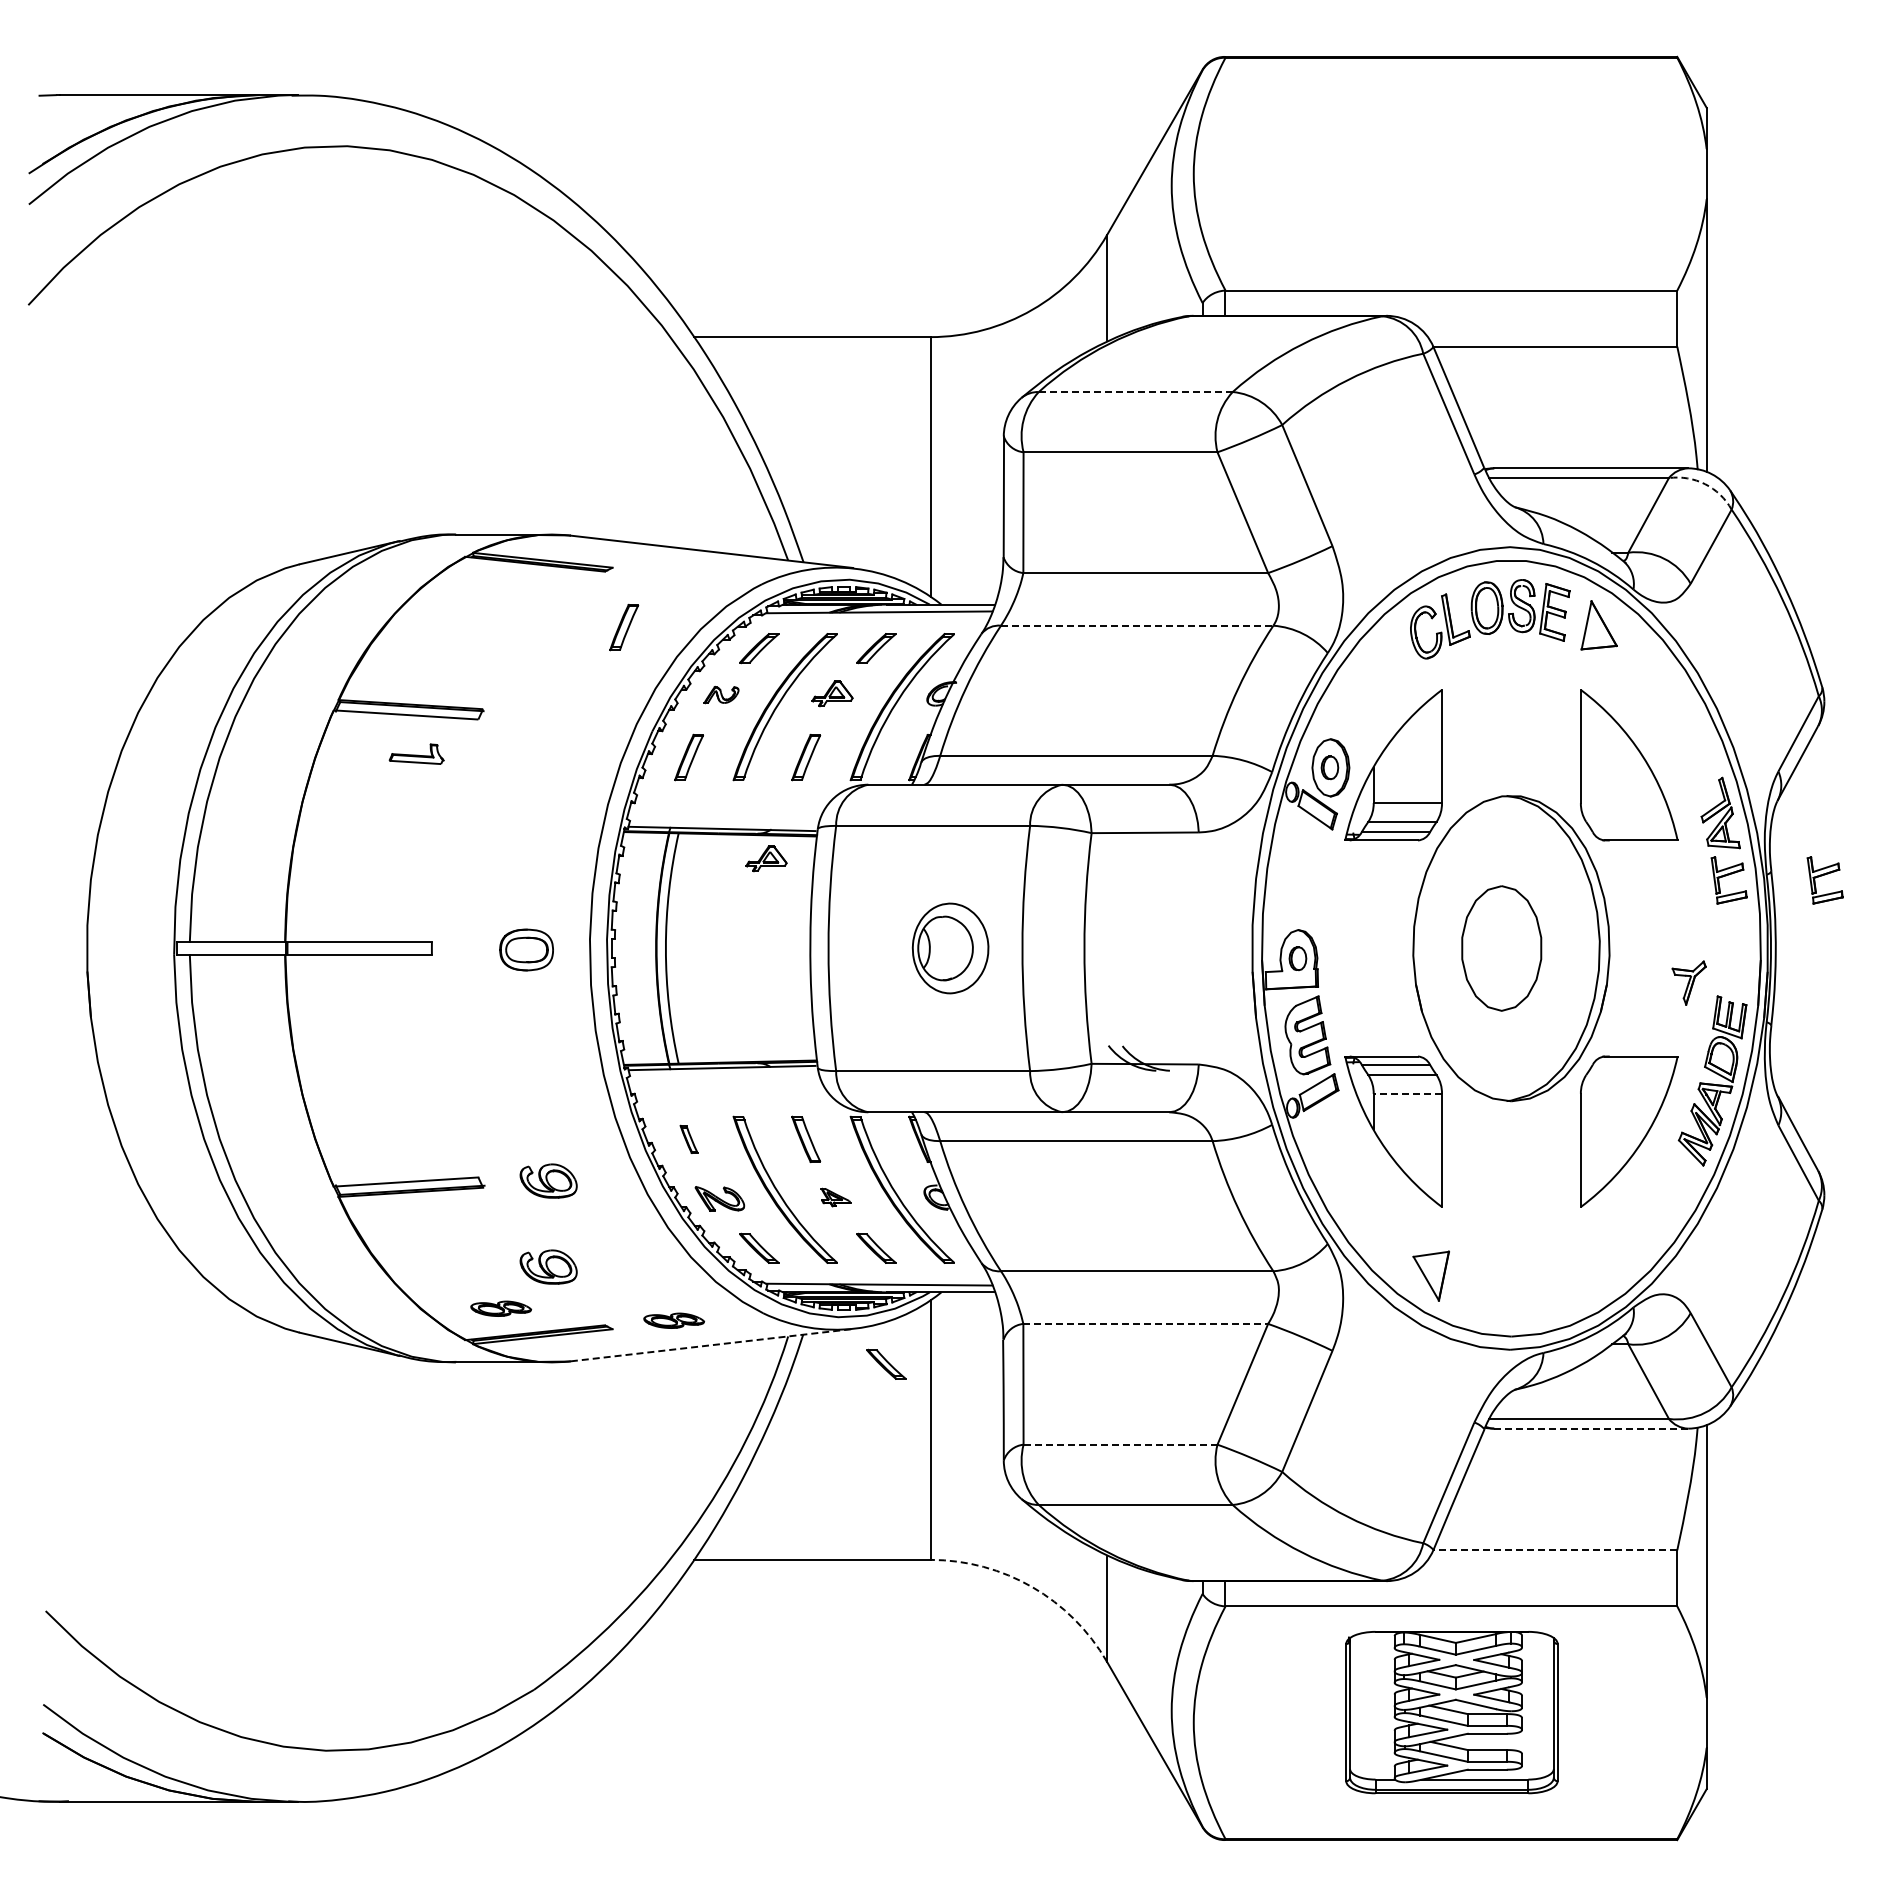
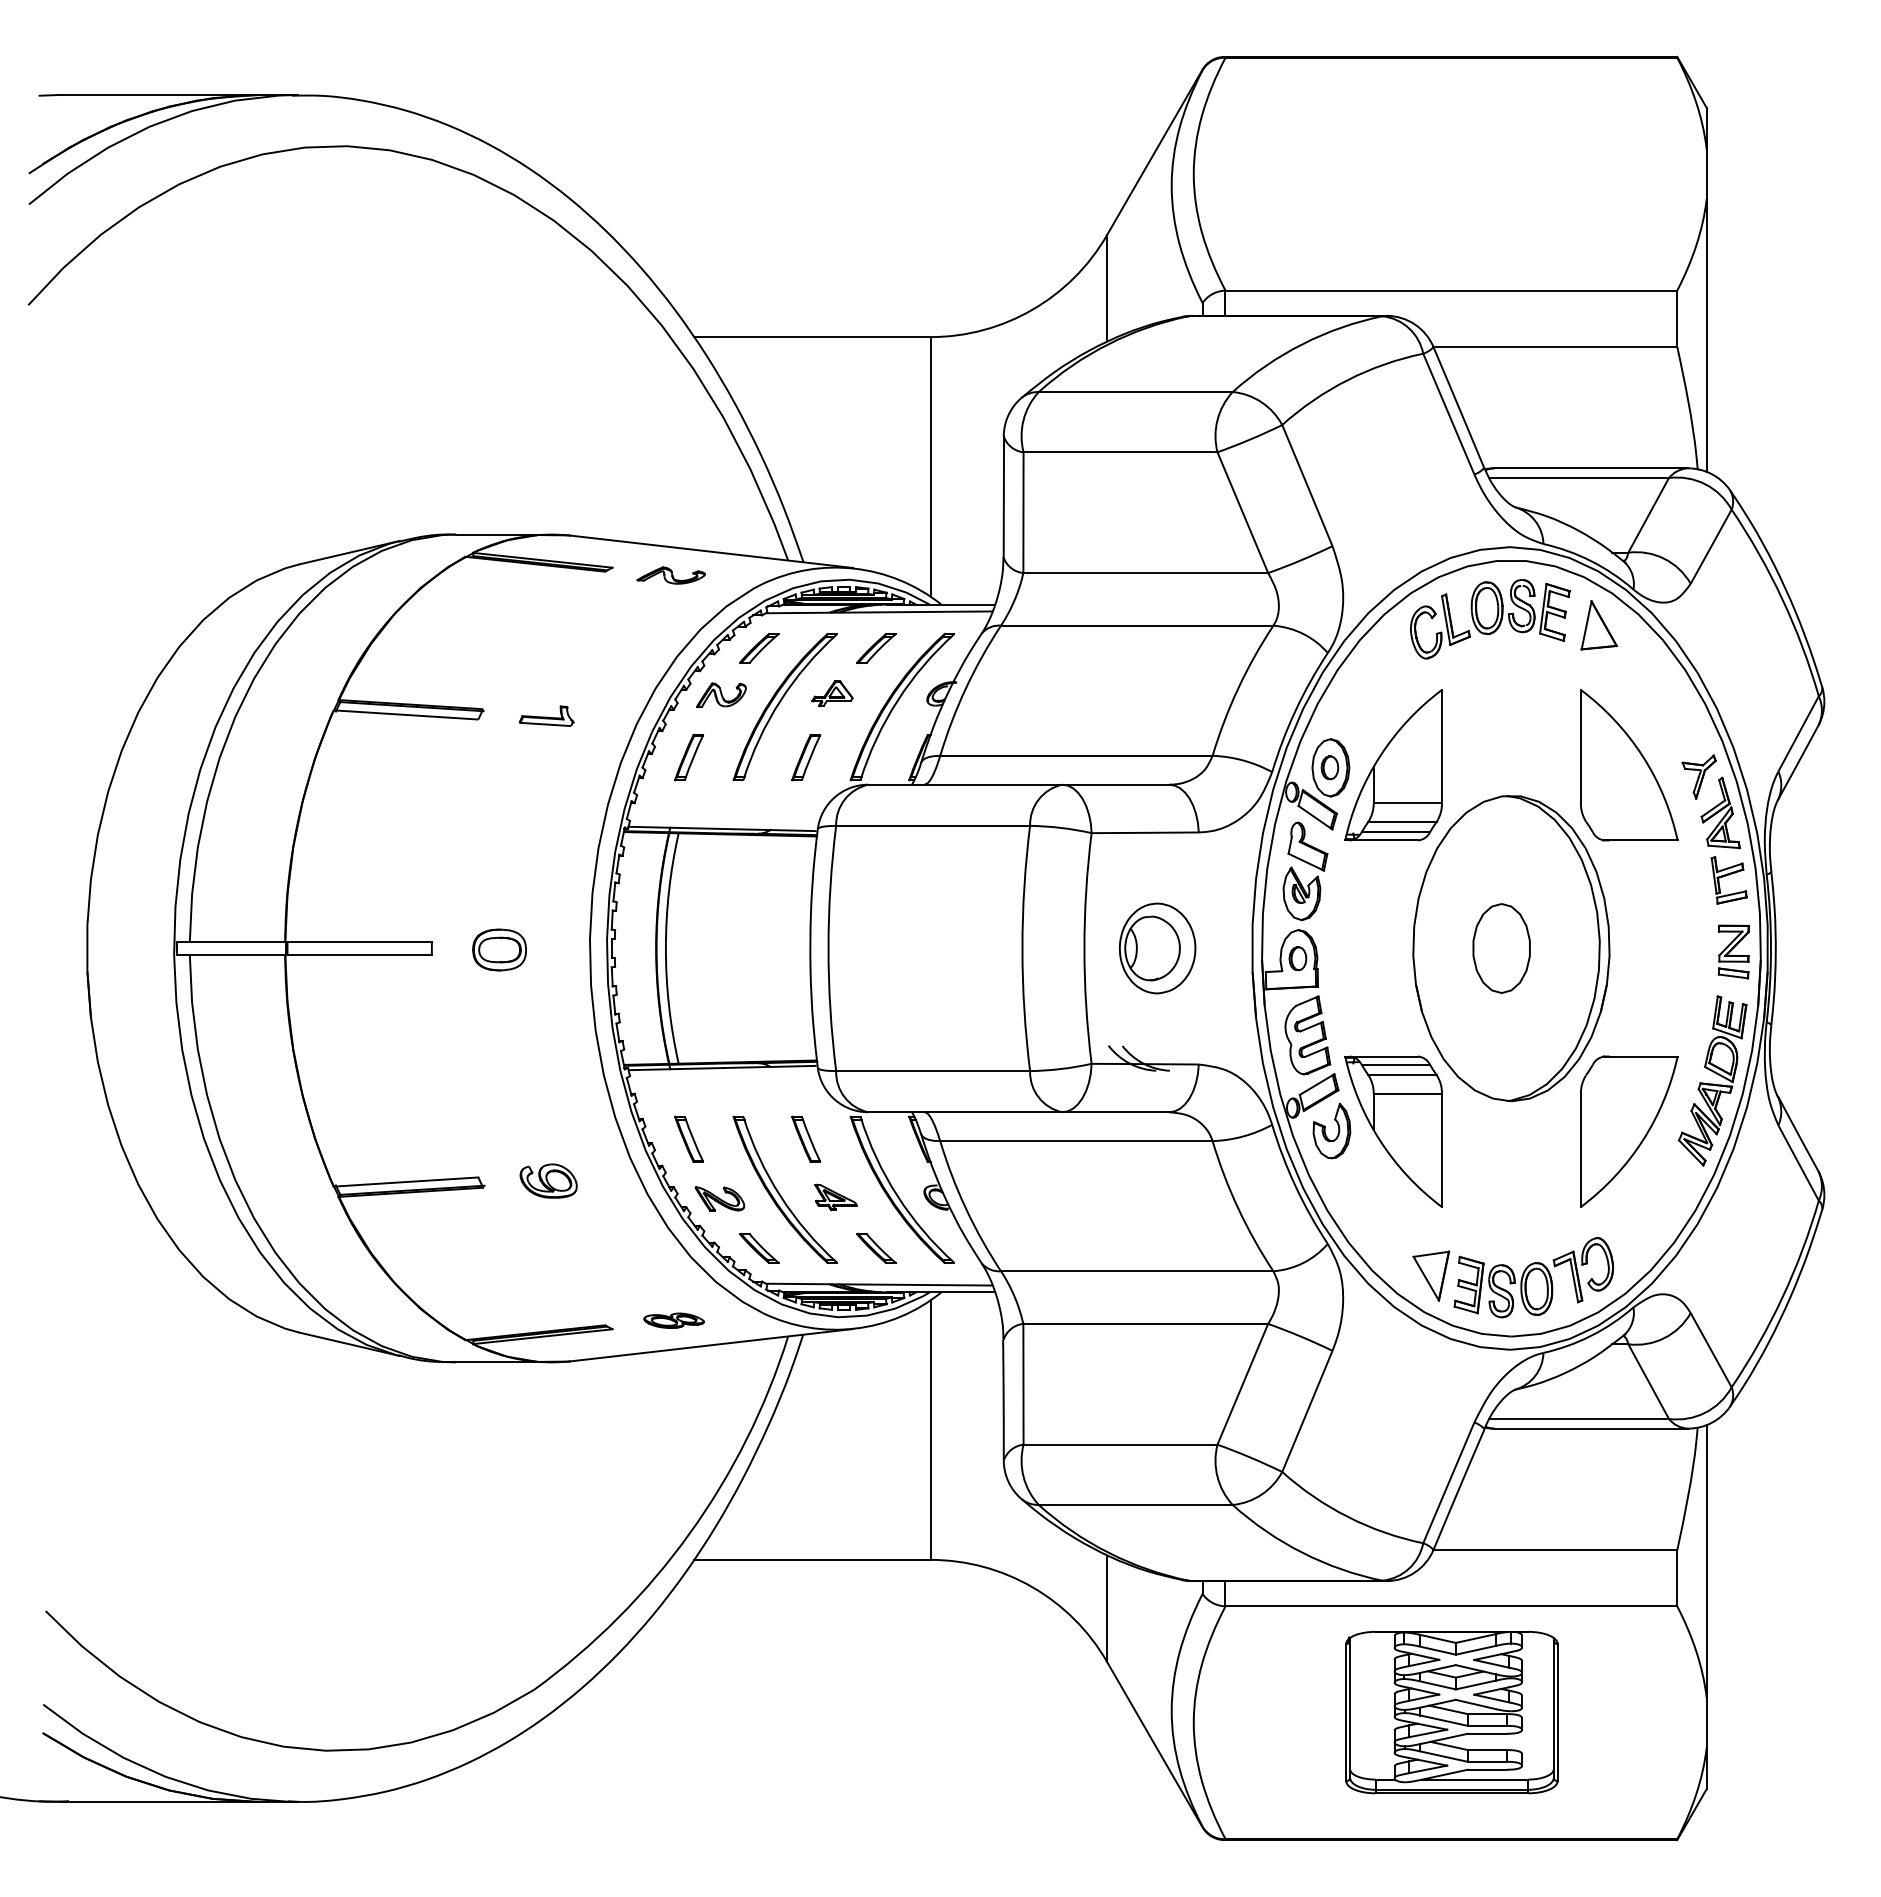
line at (1135, 392): dashed -> solid
arc at (1705, 484): dashed -> solid
part at (670, 575): none -> present
line at (1137, 625): dashed -> solid
part at (624, 627): present -> none
part at (721, 694) size: 37x20 px -> 51x26 px
part at (416, 753) position: (416, 753) -> (546, 715)
part at (766, 858): present -> none
part at (1308, 864): none -> present
part at (1824, 880): present -> none
part at (950, 948) position: (950, 948) -> (1157, 948)
part at (1501, 948) size: 82x127 px -> 59x91 px
part at (526, 949) position: (526, 949) -> (499, 949)
part at (1733, 951): none -> present
part at (1688, 982) position: (1688, 982) -> (1698, 776)
line at (1407, 1093): dashed -> solid
part at (1331, 1130): none -> present
part at (688, 1138) size: 20x30 px -> 30x49 px
part at (835, 1197) size: 32x21 px -> 44x29 px
part at (548, 1266): present -> none
part at (1533, 1277): none -> present
part at (501, 1308): present -> none
line at (1146, 1323): dashed -> solid
line at (712, 1345): dashed -> solid
part at (886, 1363): present -> none
line at (1591, 1428): dashed -> solid
line at (1120, 1444): dashed -> solid
line at (1555, 1550): dashed -> solid
arc at (1032, 1587): dashed -> solid
